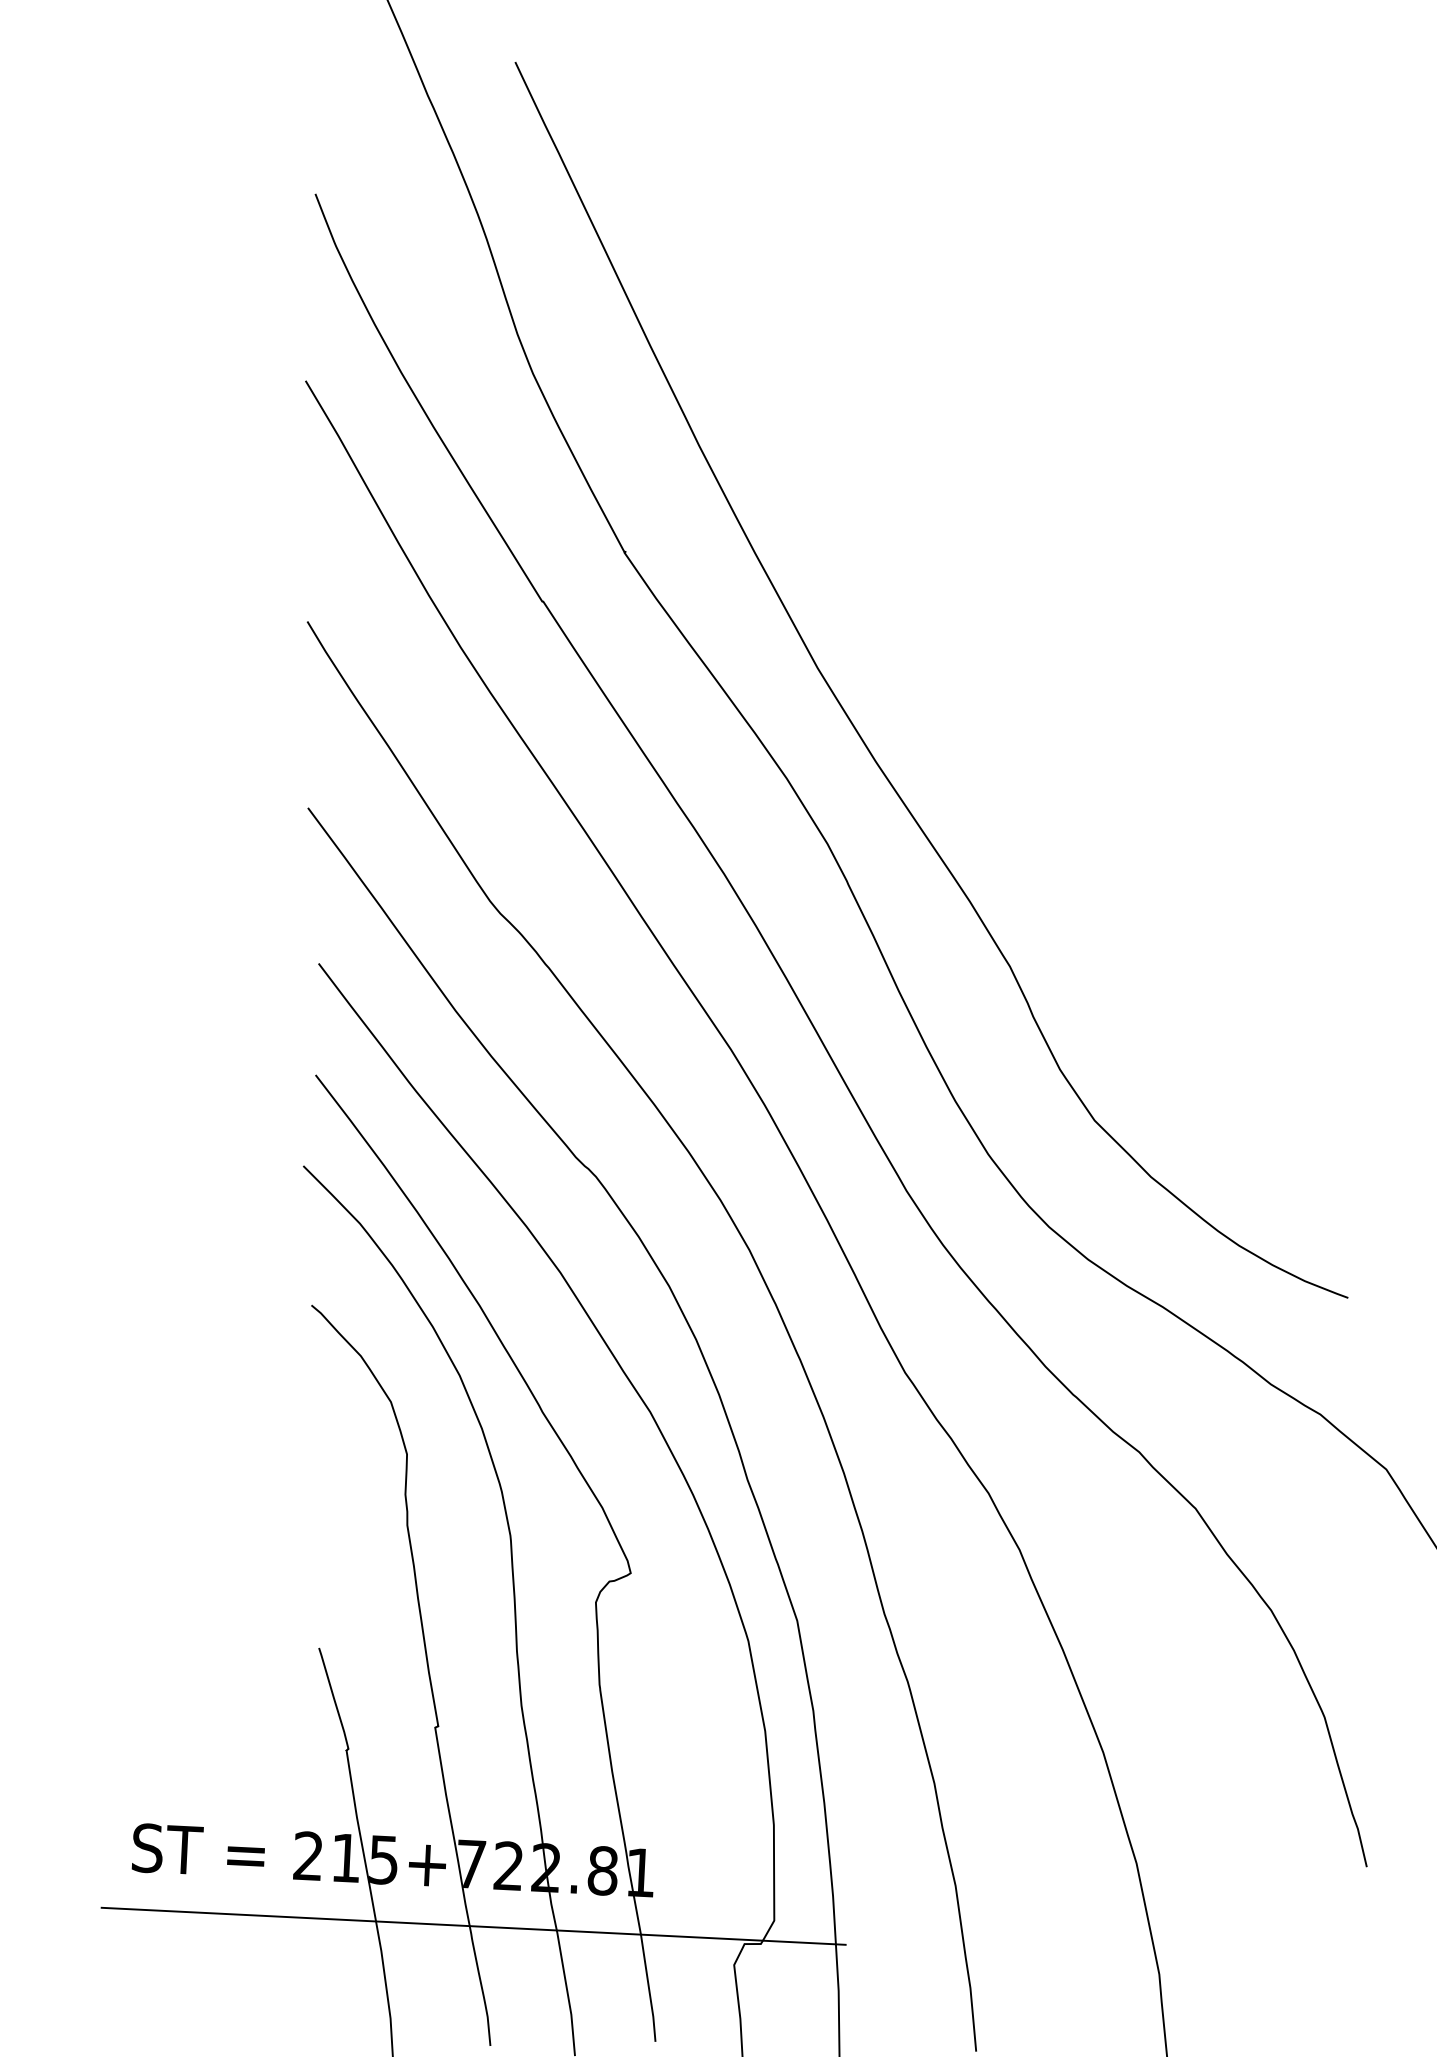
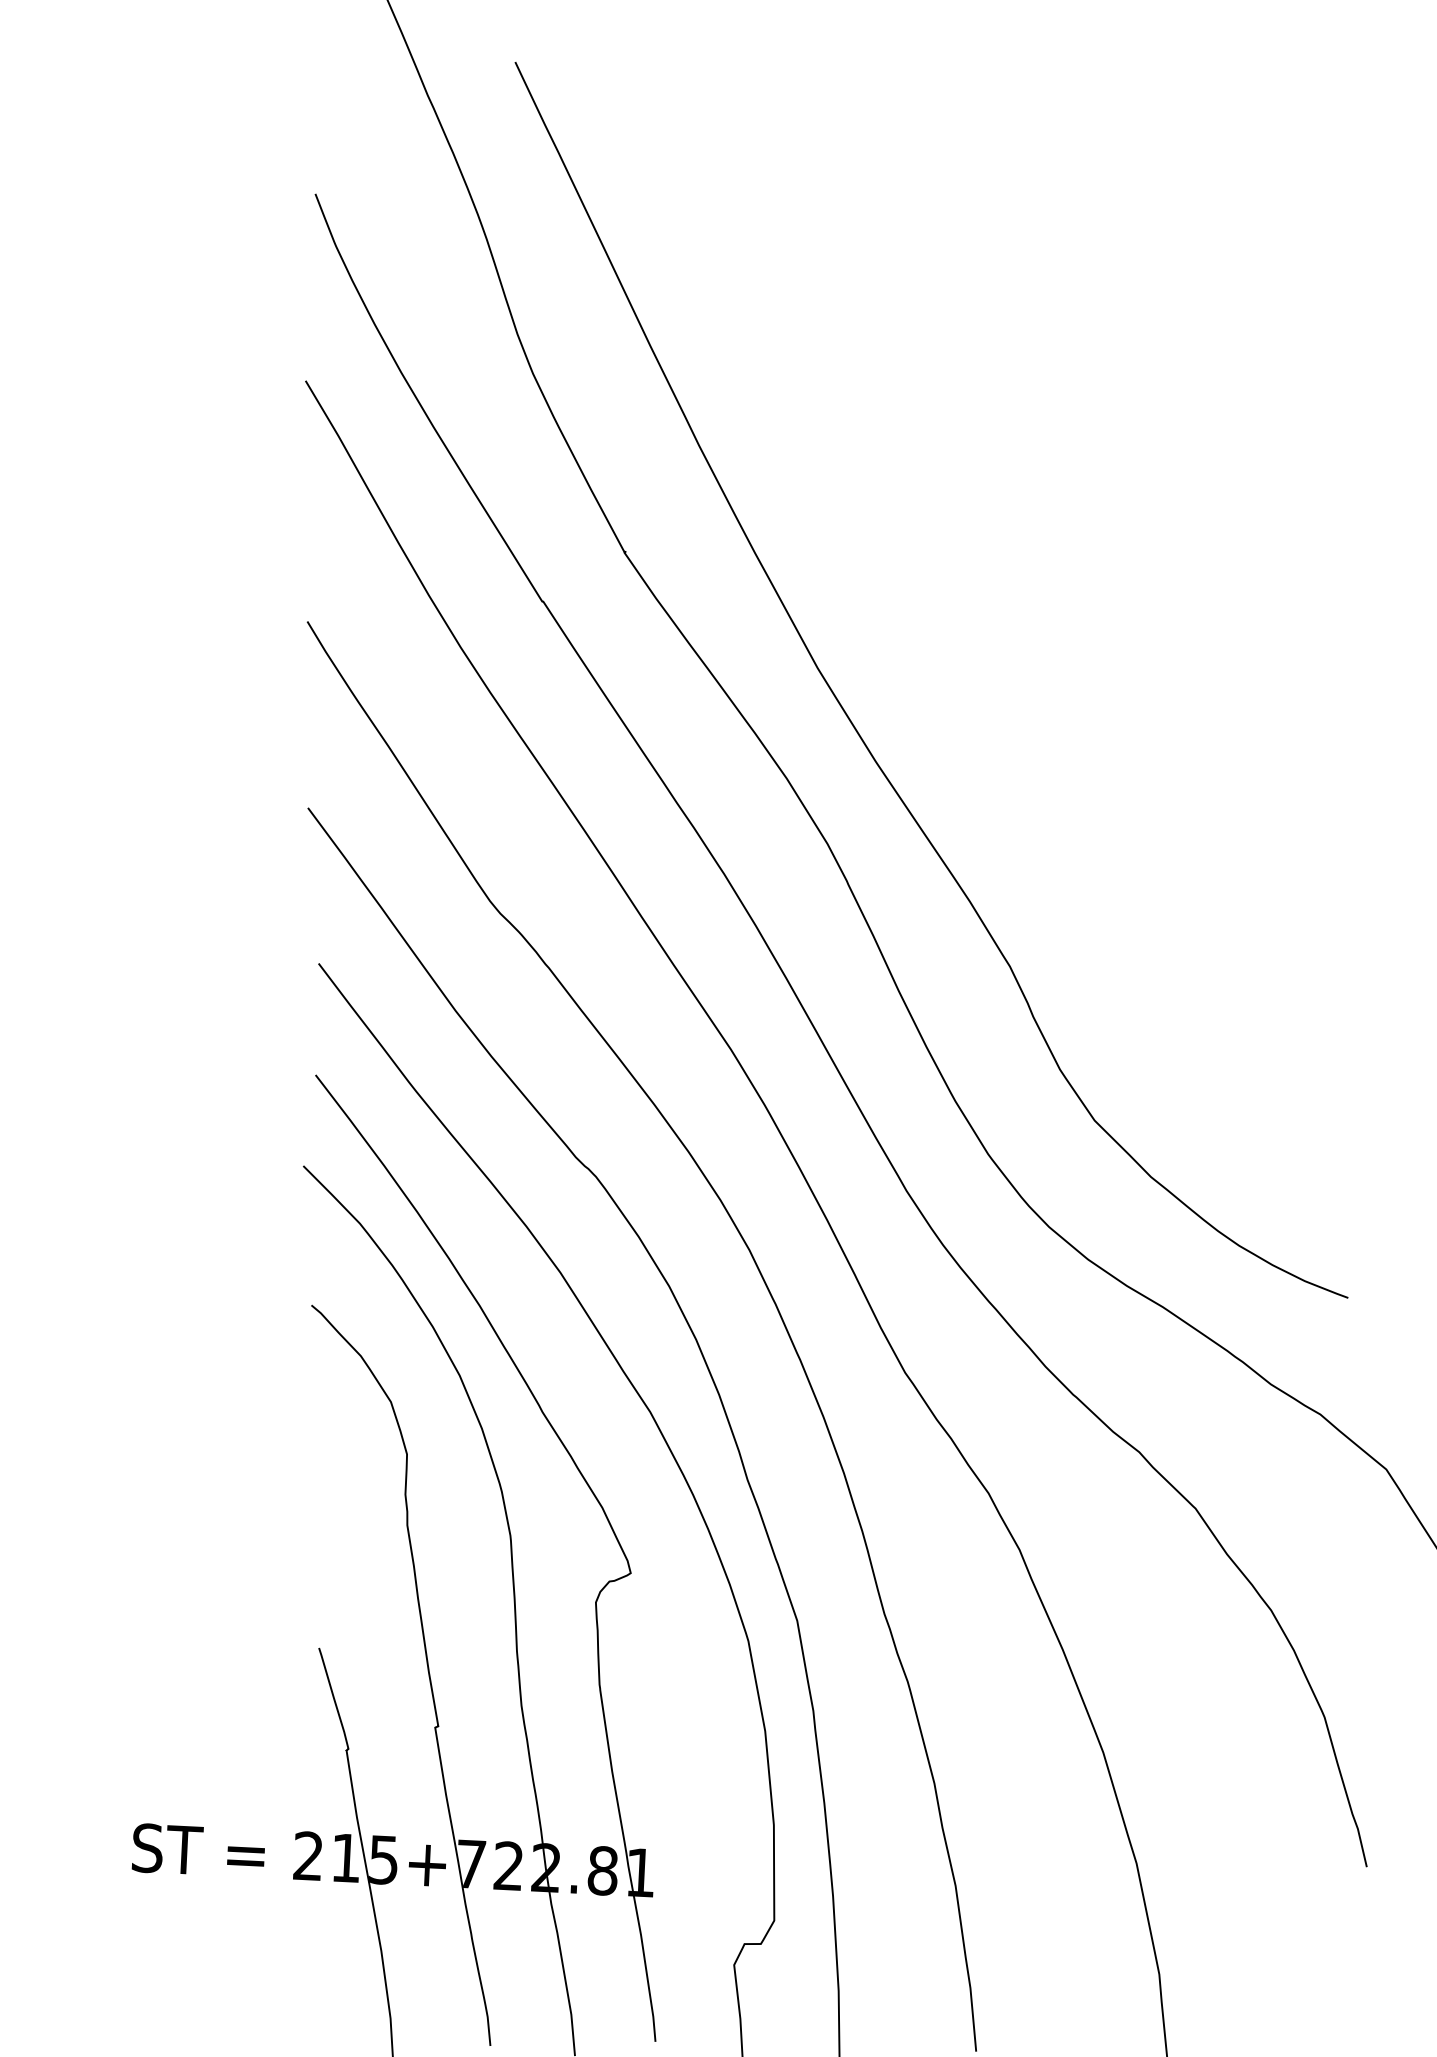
line at (473, 1925): present -> none
